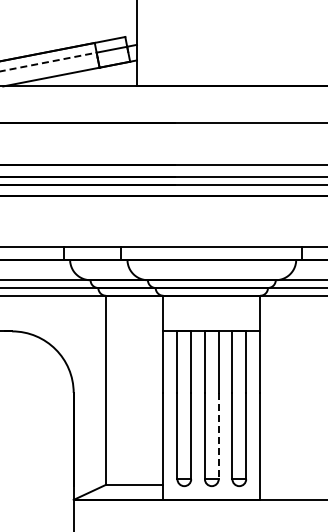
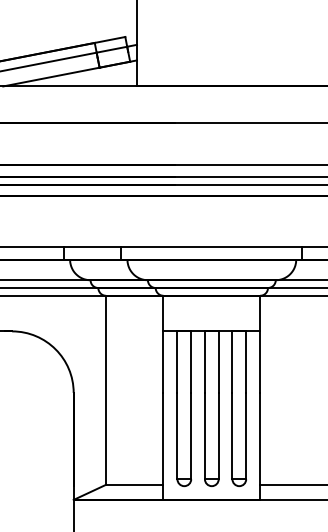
line at (48, 62): dashed -> solid
line at (218, 436): dashed -> solid
line at (292, 484): none -> present
